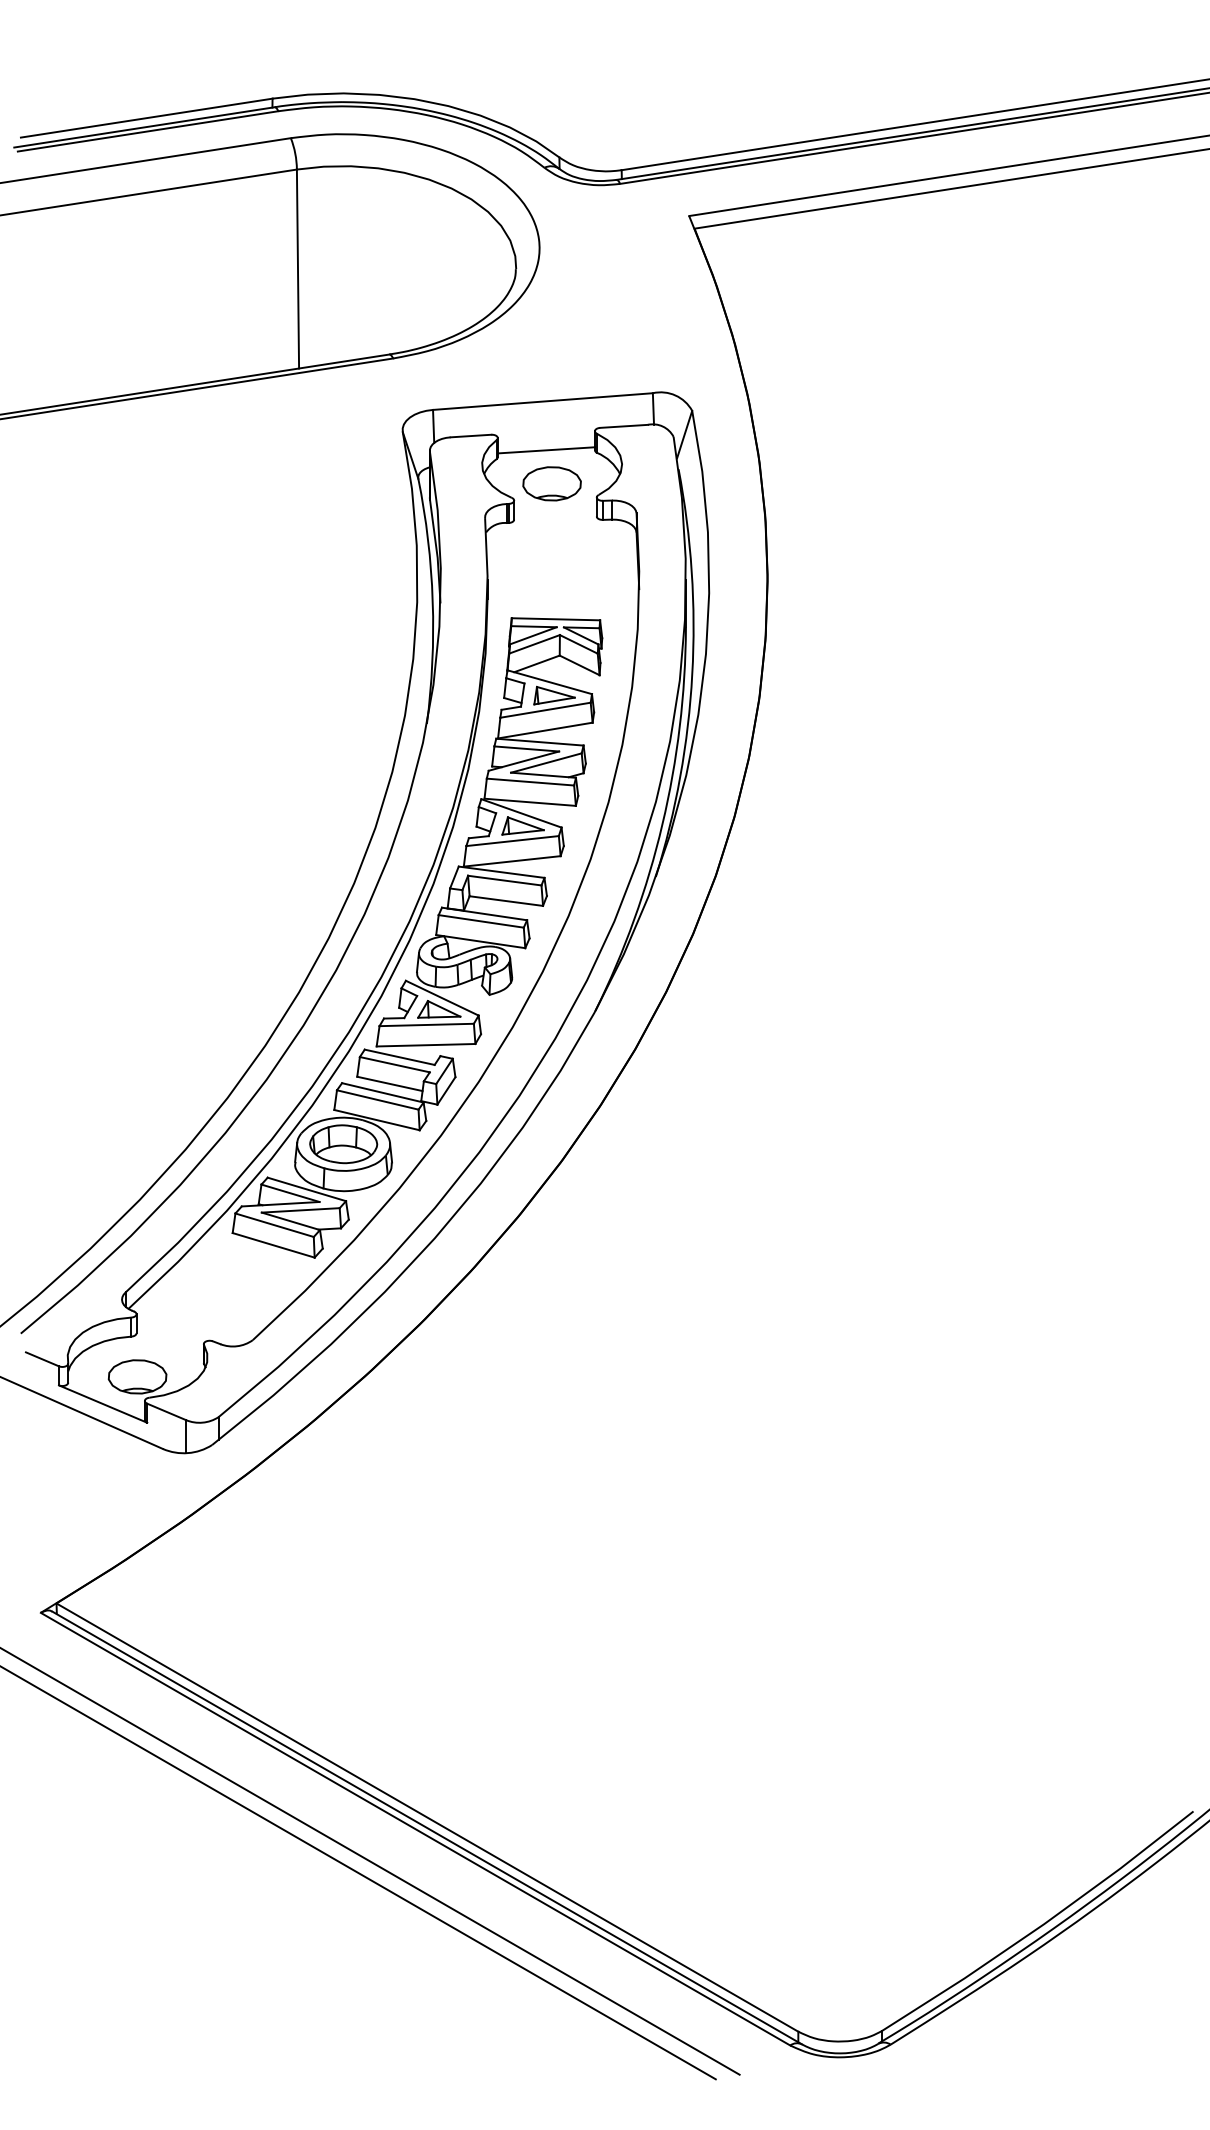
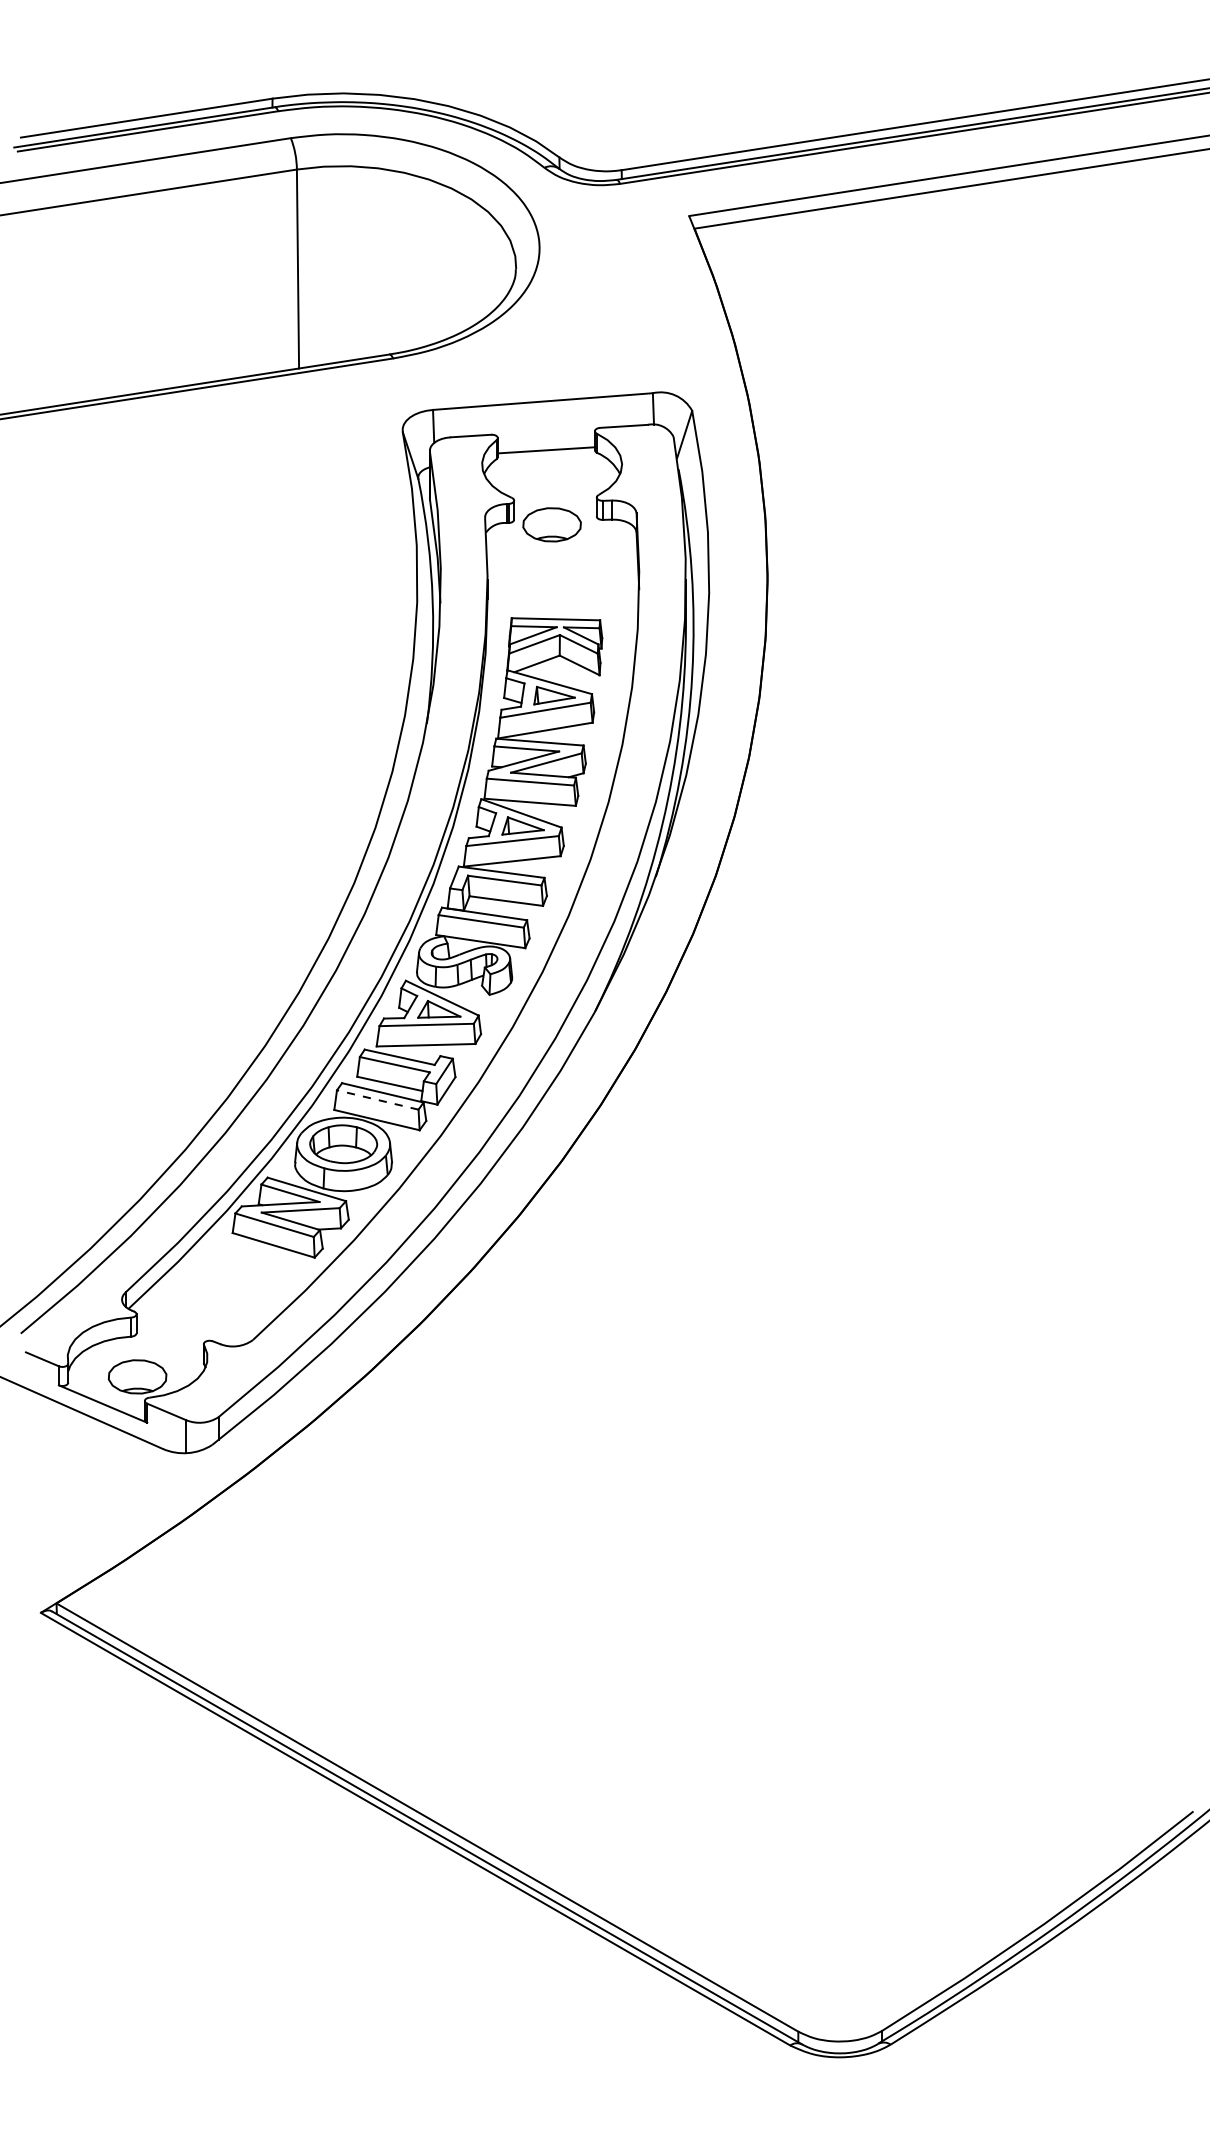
part at (551, 483) position: (551, 483) -> (551, 524)
line at (377, 1099): solid -> dashed
line at (370, 1861): present -> none
line at (358, 1873): present -> none
